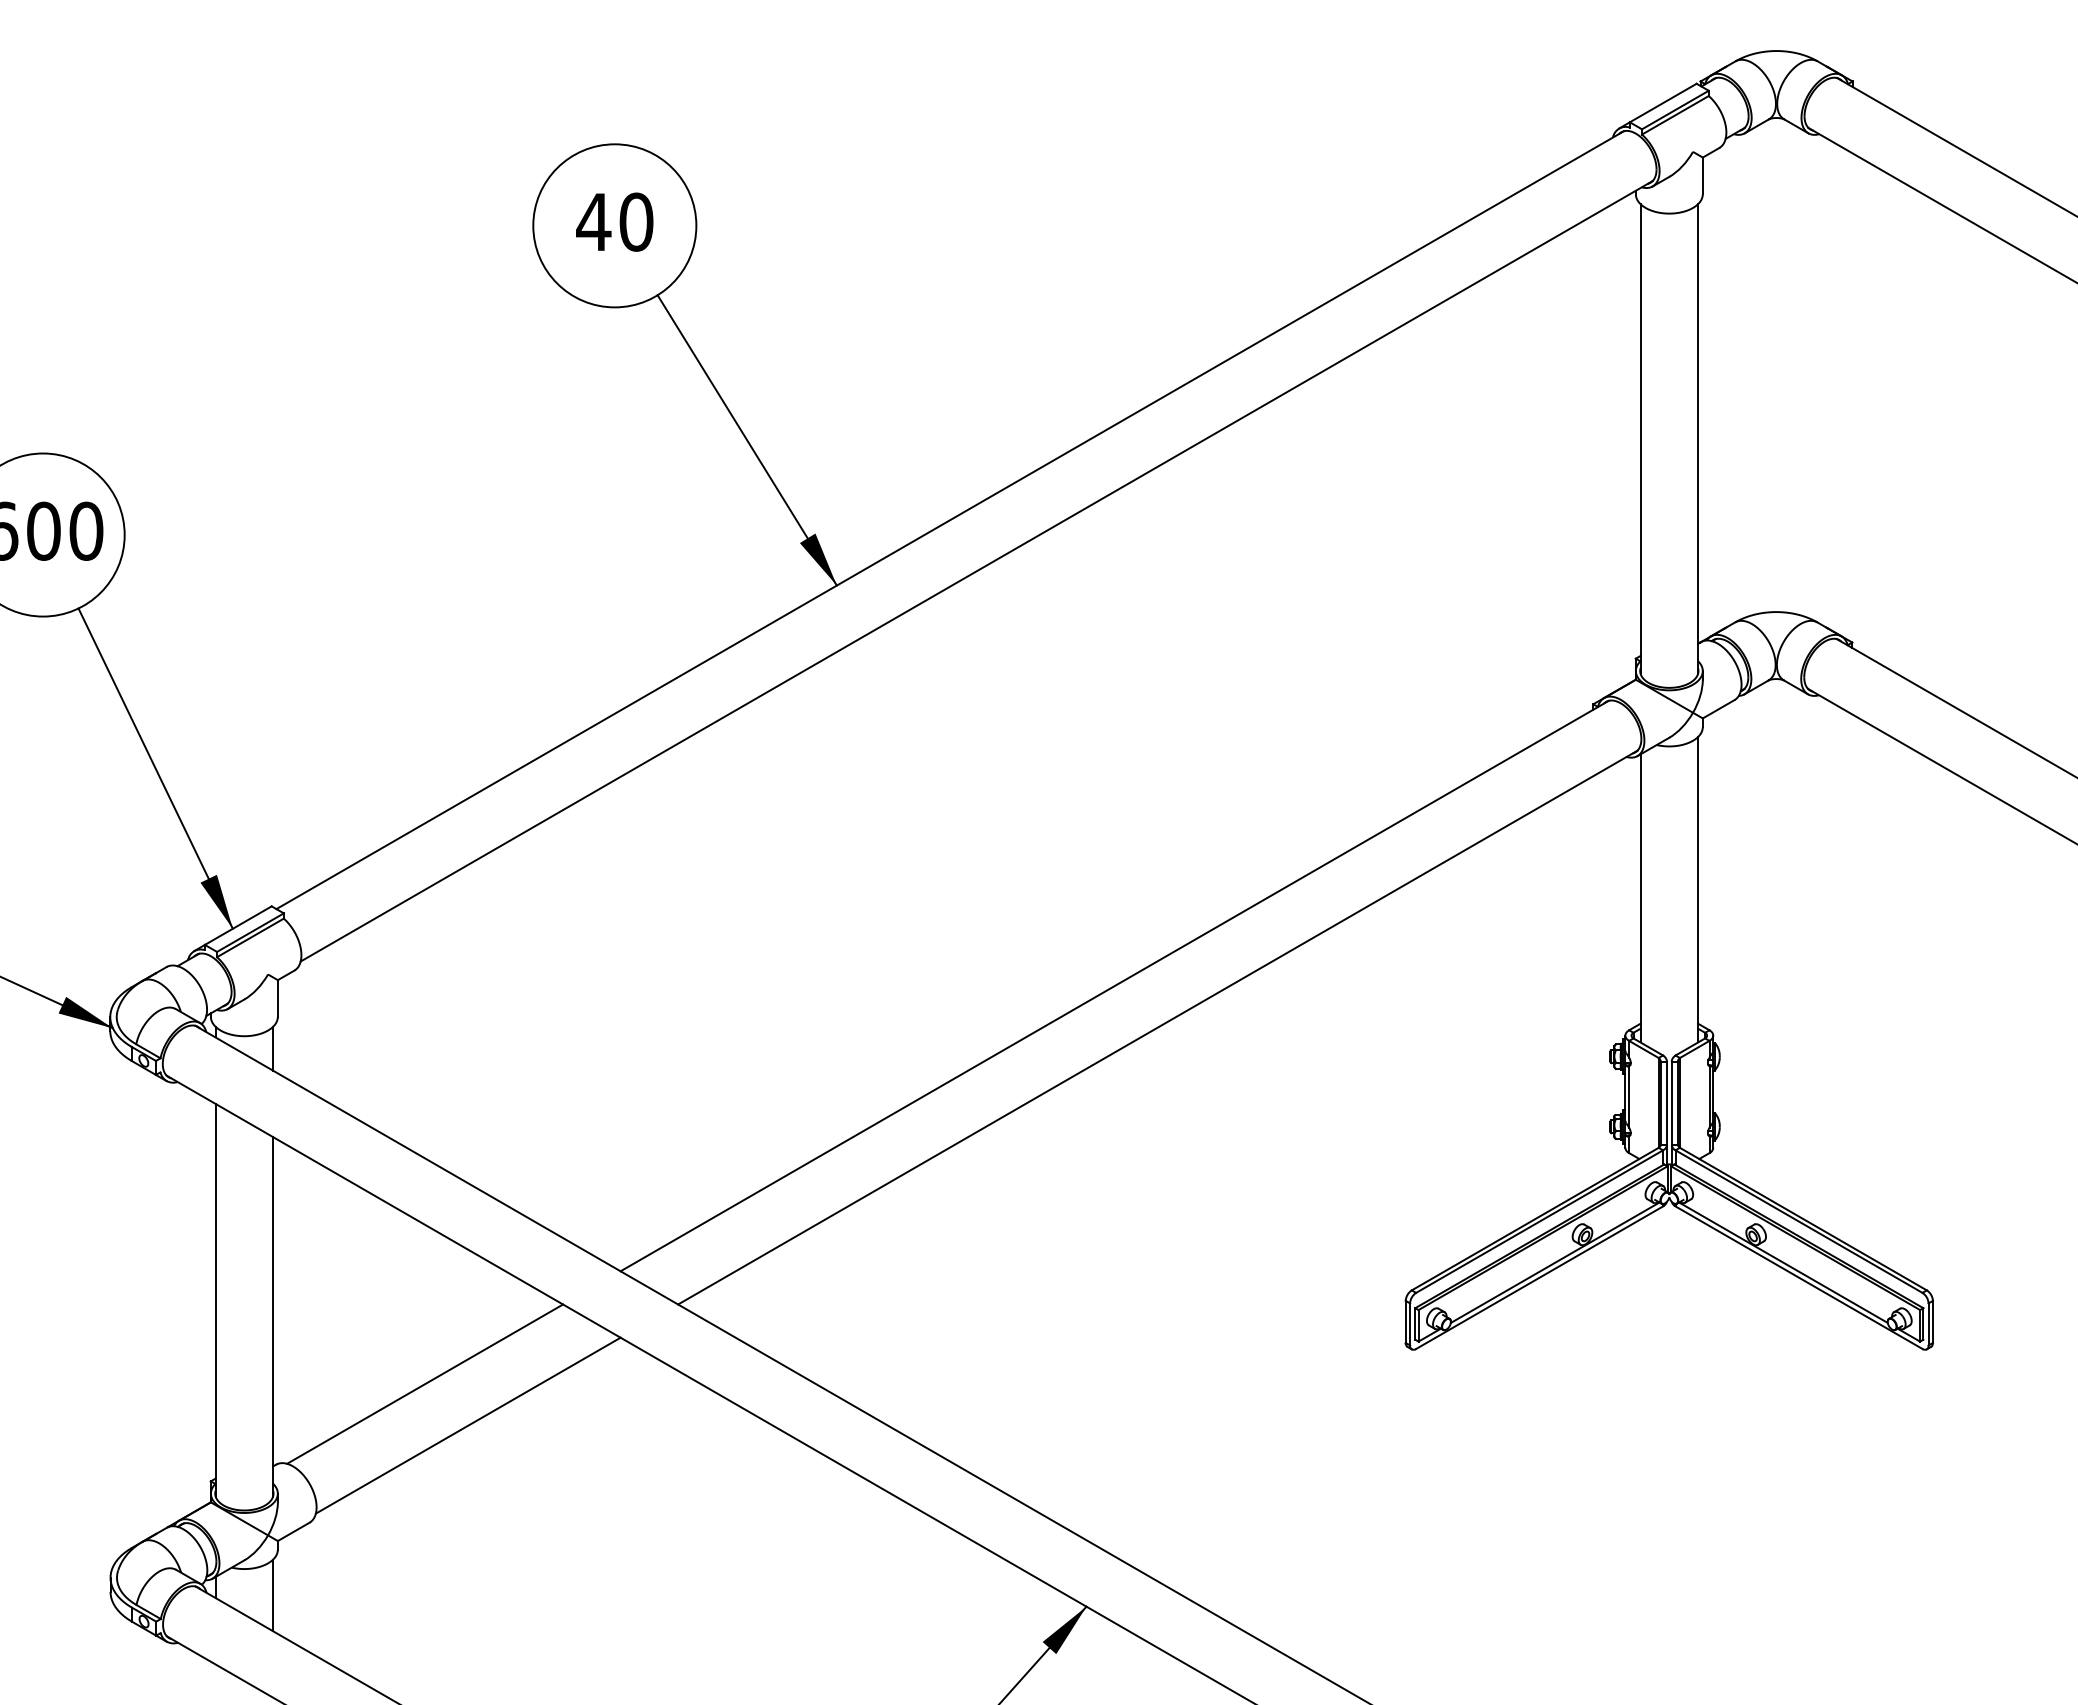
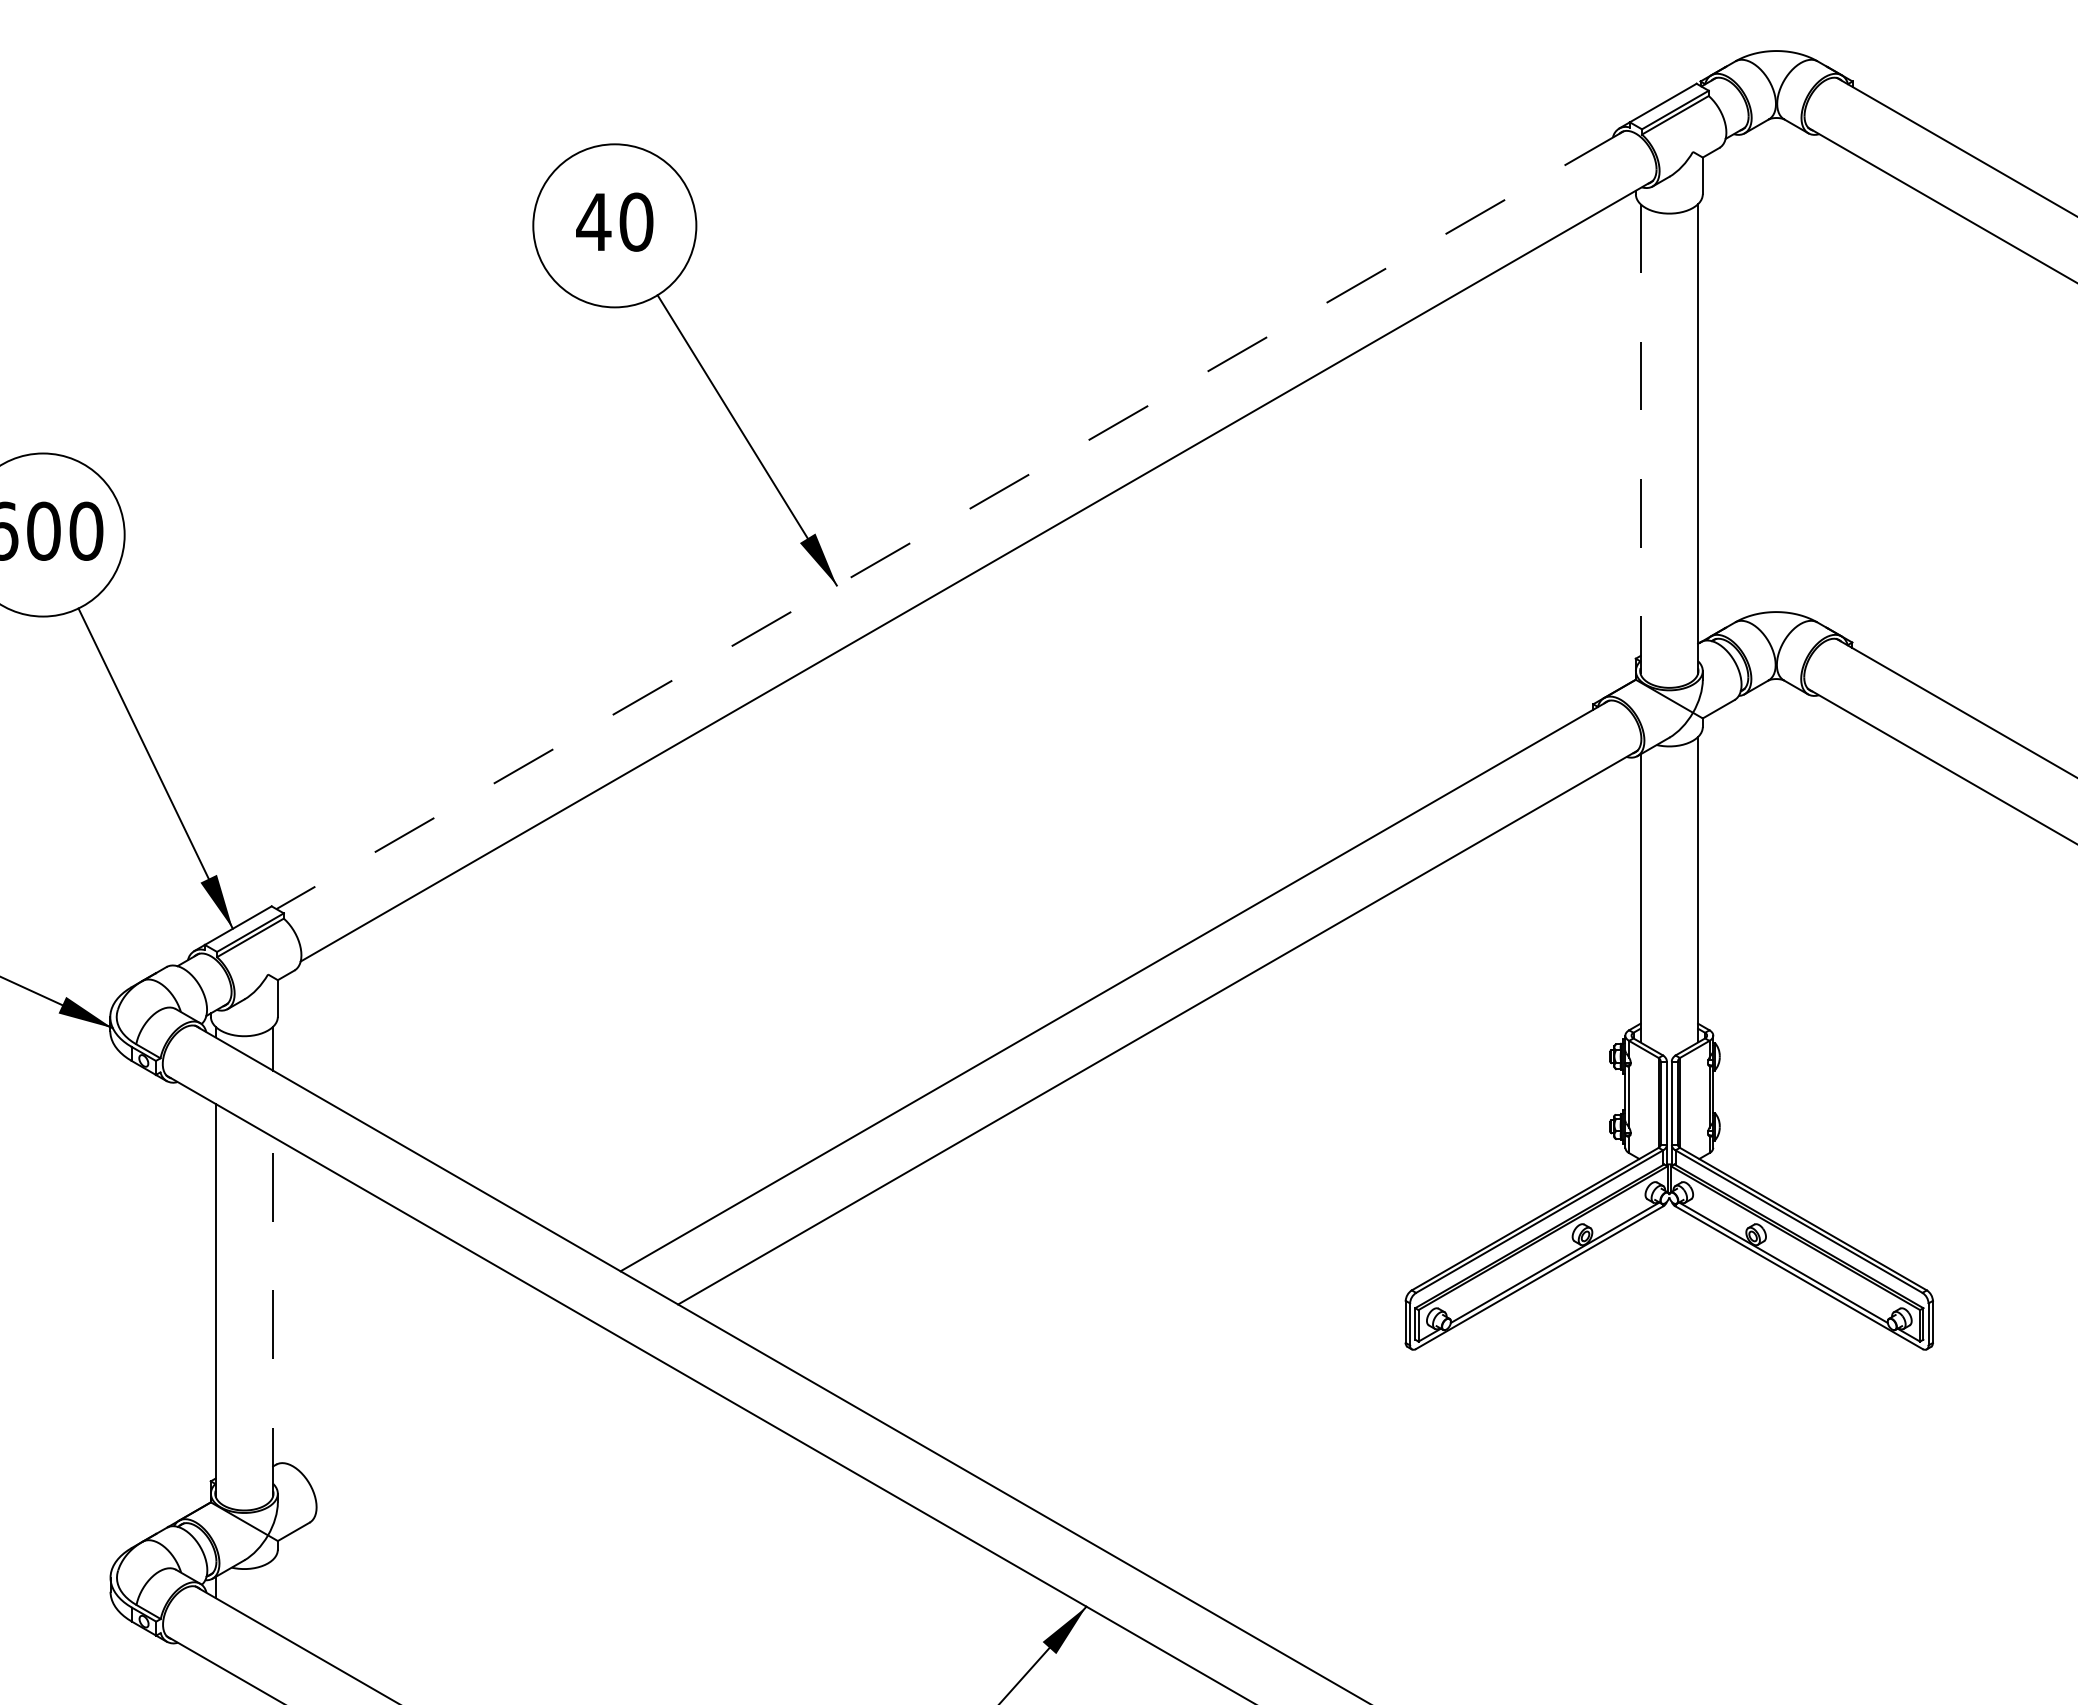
line at (1640, 439): solid -> dashed
line at (949, 520): solid -> dashed
line at (273, 1316): solid -> dashed
line at (425, 1383): present -> none
line at (467, 1425): present -> none
line at (273, 1595): present -> none
